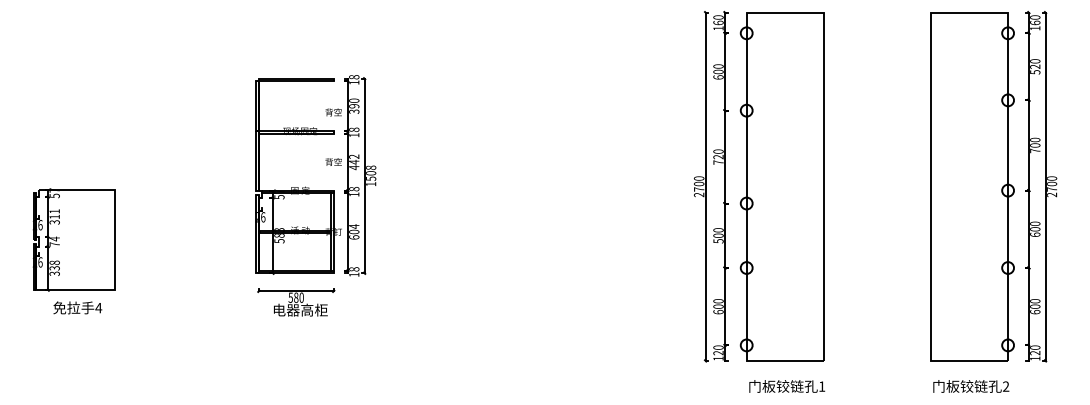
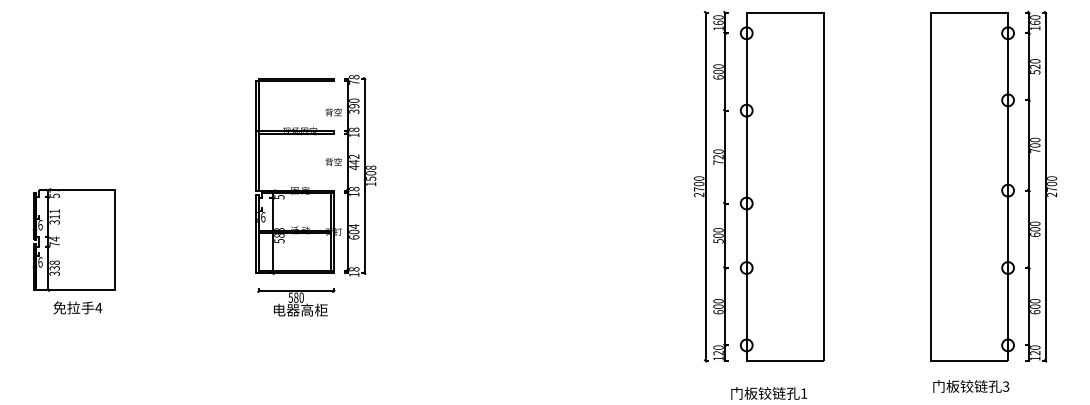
text at (354, 82): 18 -> 78
text at (787, 386) position: (787, 386) -> (769, 393)
text at (1005, 386): 2 -> 3
